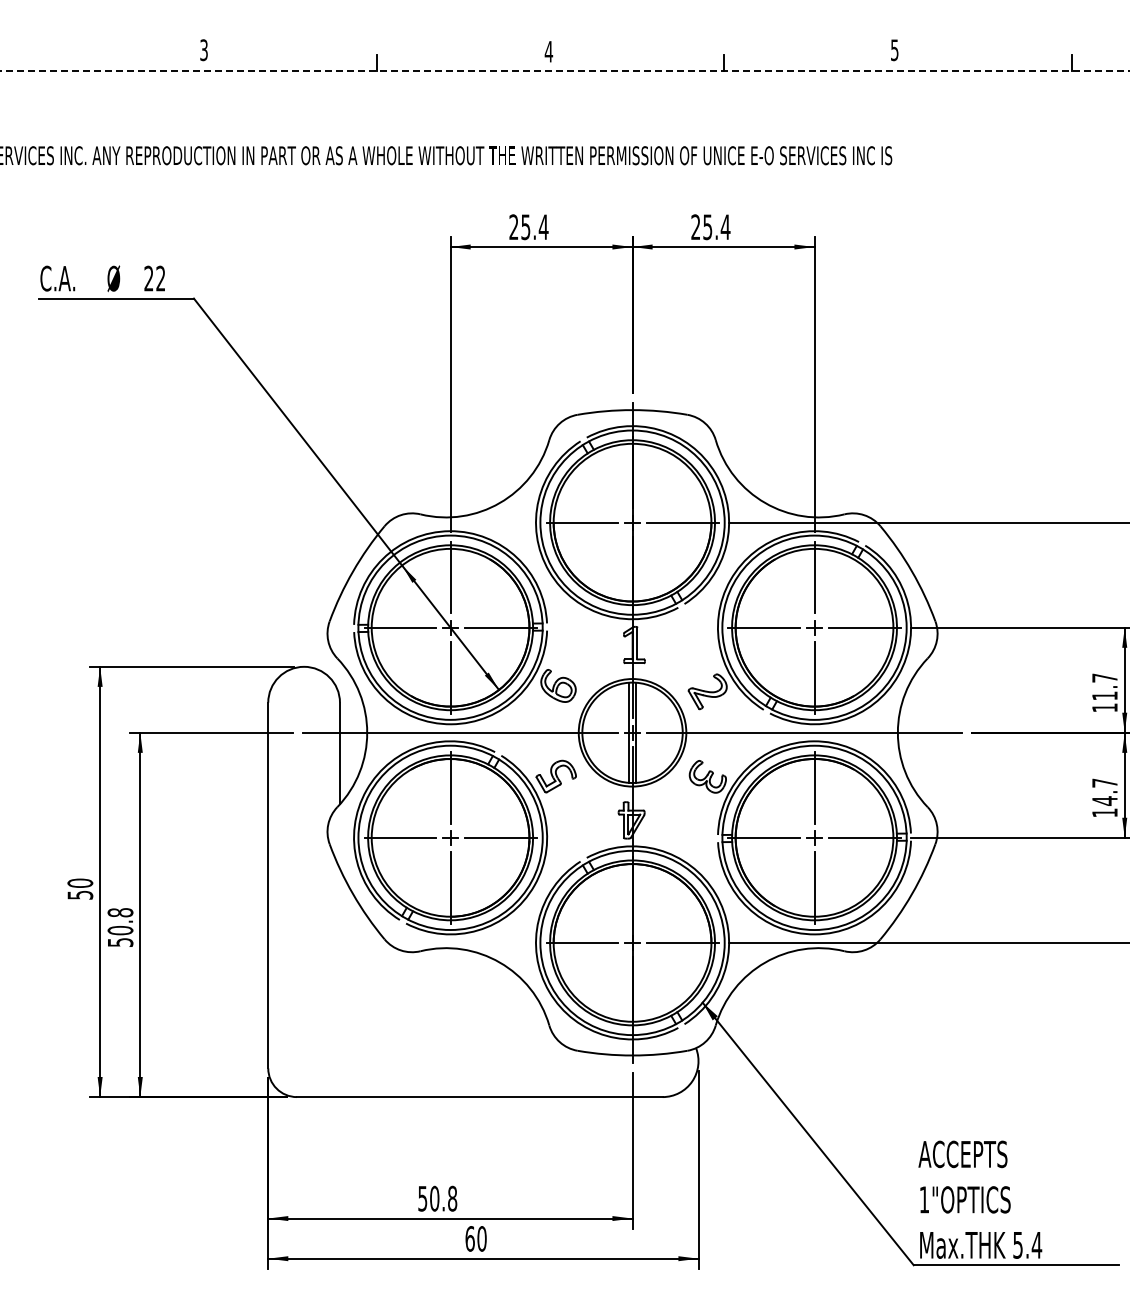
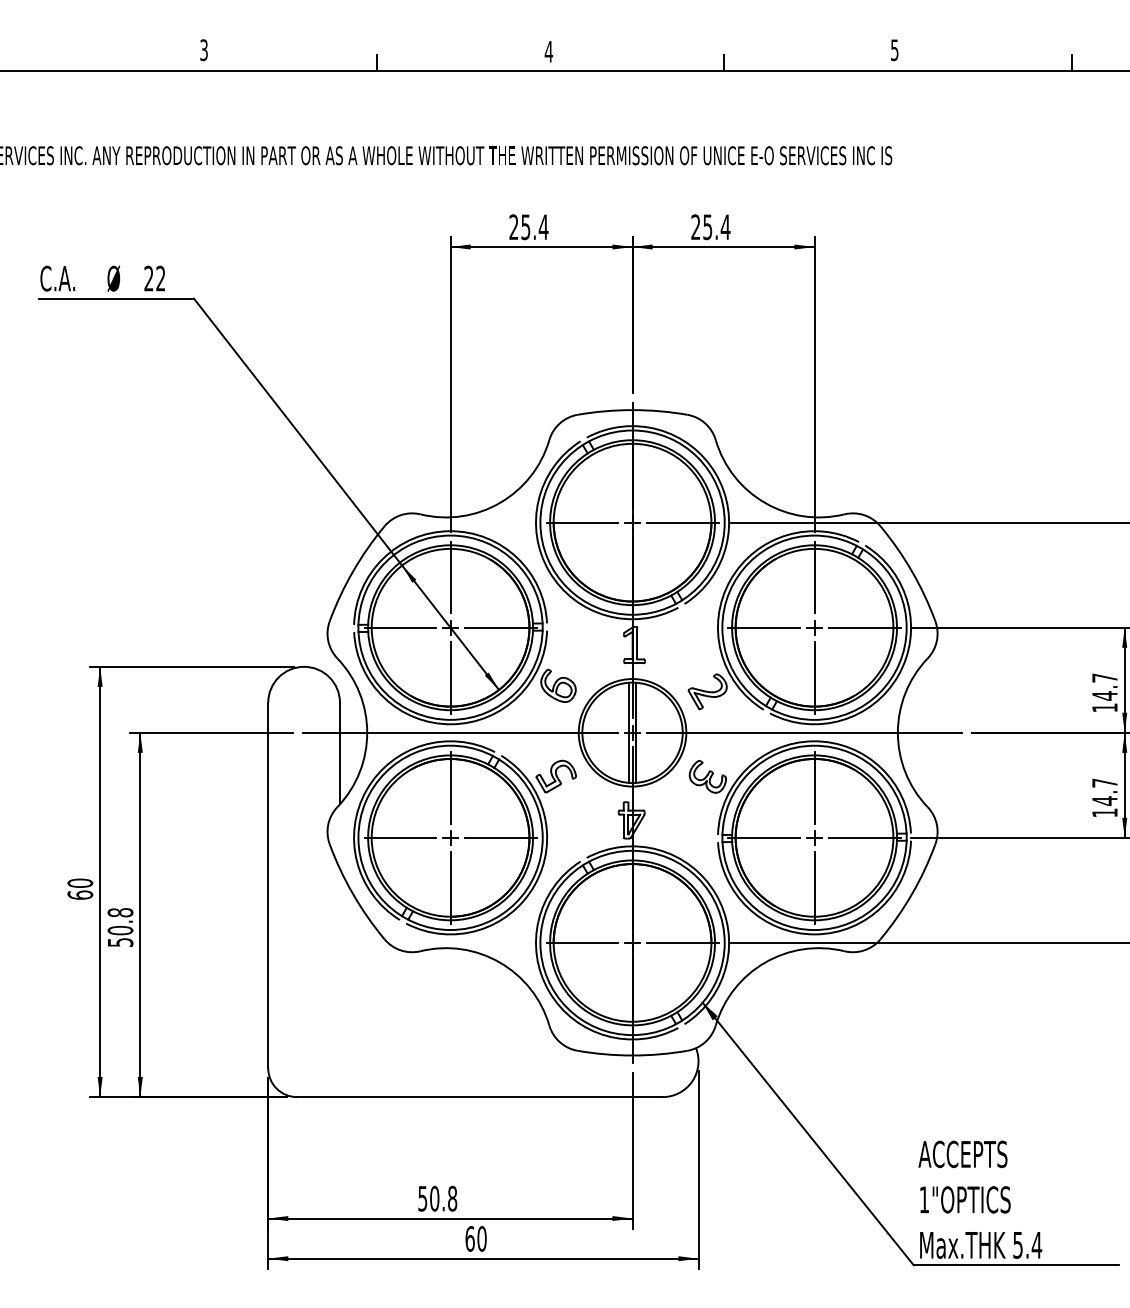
line at (564, 70): dashed -> solid
text at (1104, 695): 11.7 -> 14.7
text at (80, 894): 50 -> 60
